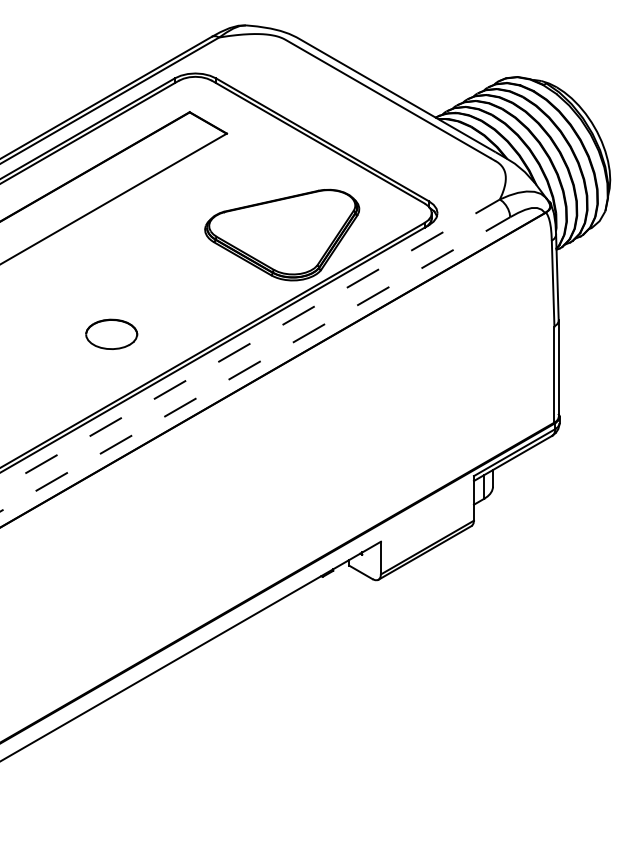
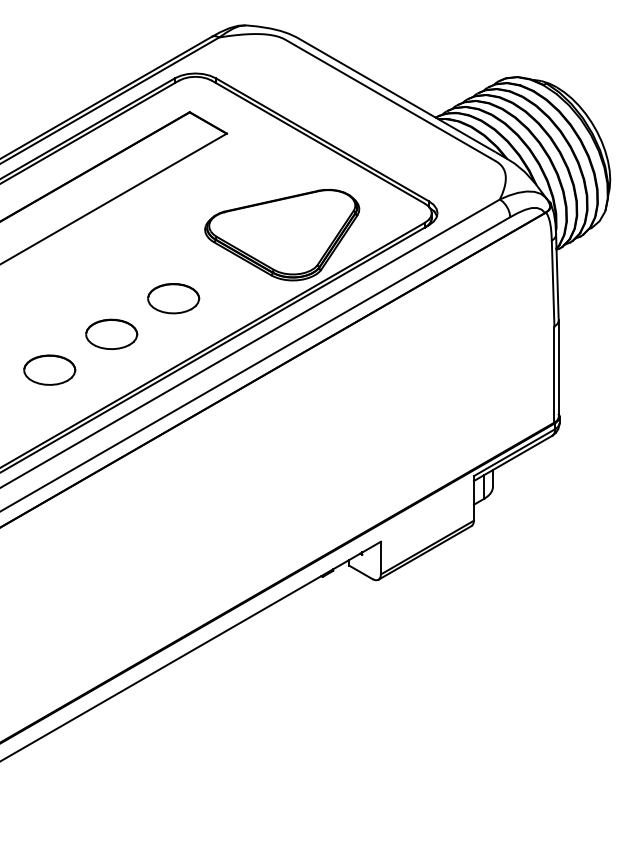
part at (173, 298): none -> present
line at (250, 343): dashed -> solid
line at (255, 364): dashed -> solid
part at (49, 369): none -> present
